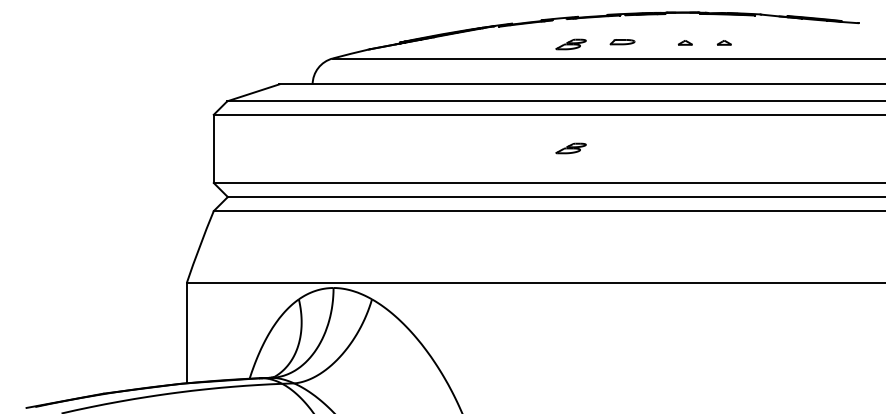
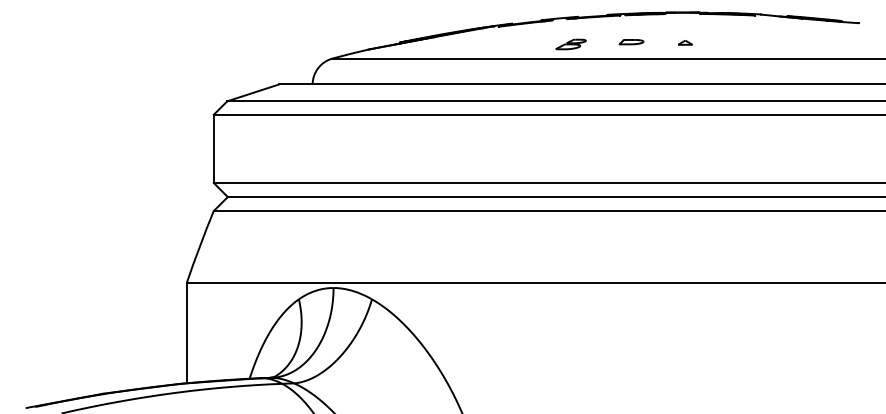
part at (622, 42) position: (622, 42) -> (631, 42)
part at (723, 42): present -> none
part at (570, 148): present -> none
